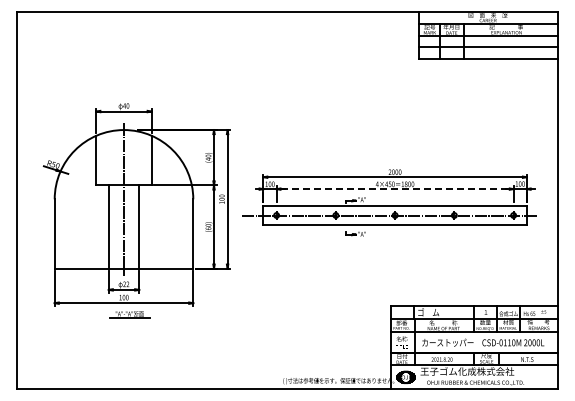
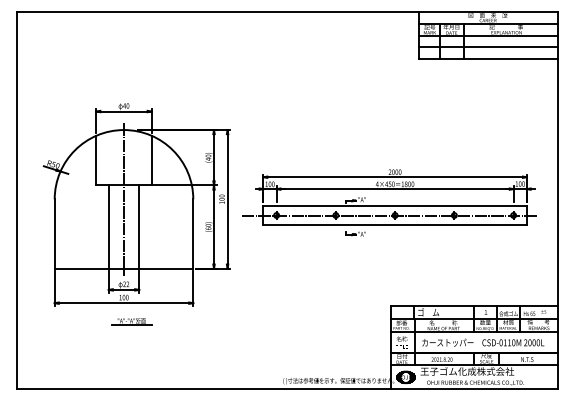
line at (395, 189): dashed -> solid
part at (129, 314) position: (129, 314) -> (131, 321)
